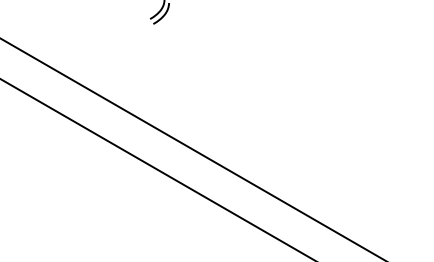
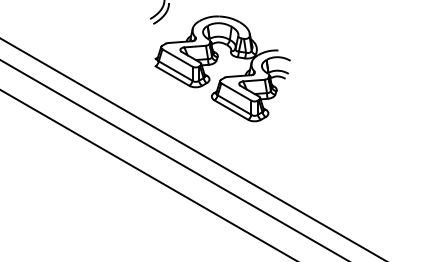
part at (224, 76): none -> present
line at (173, 159): none -> present
line at (156, 169) position: (156, 169) -> (147, 174)
